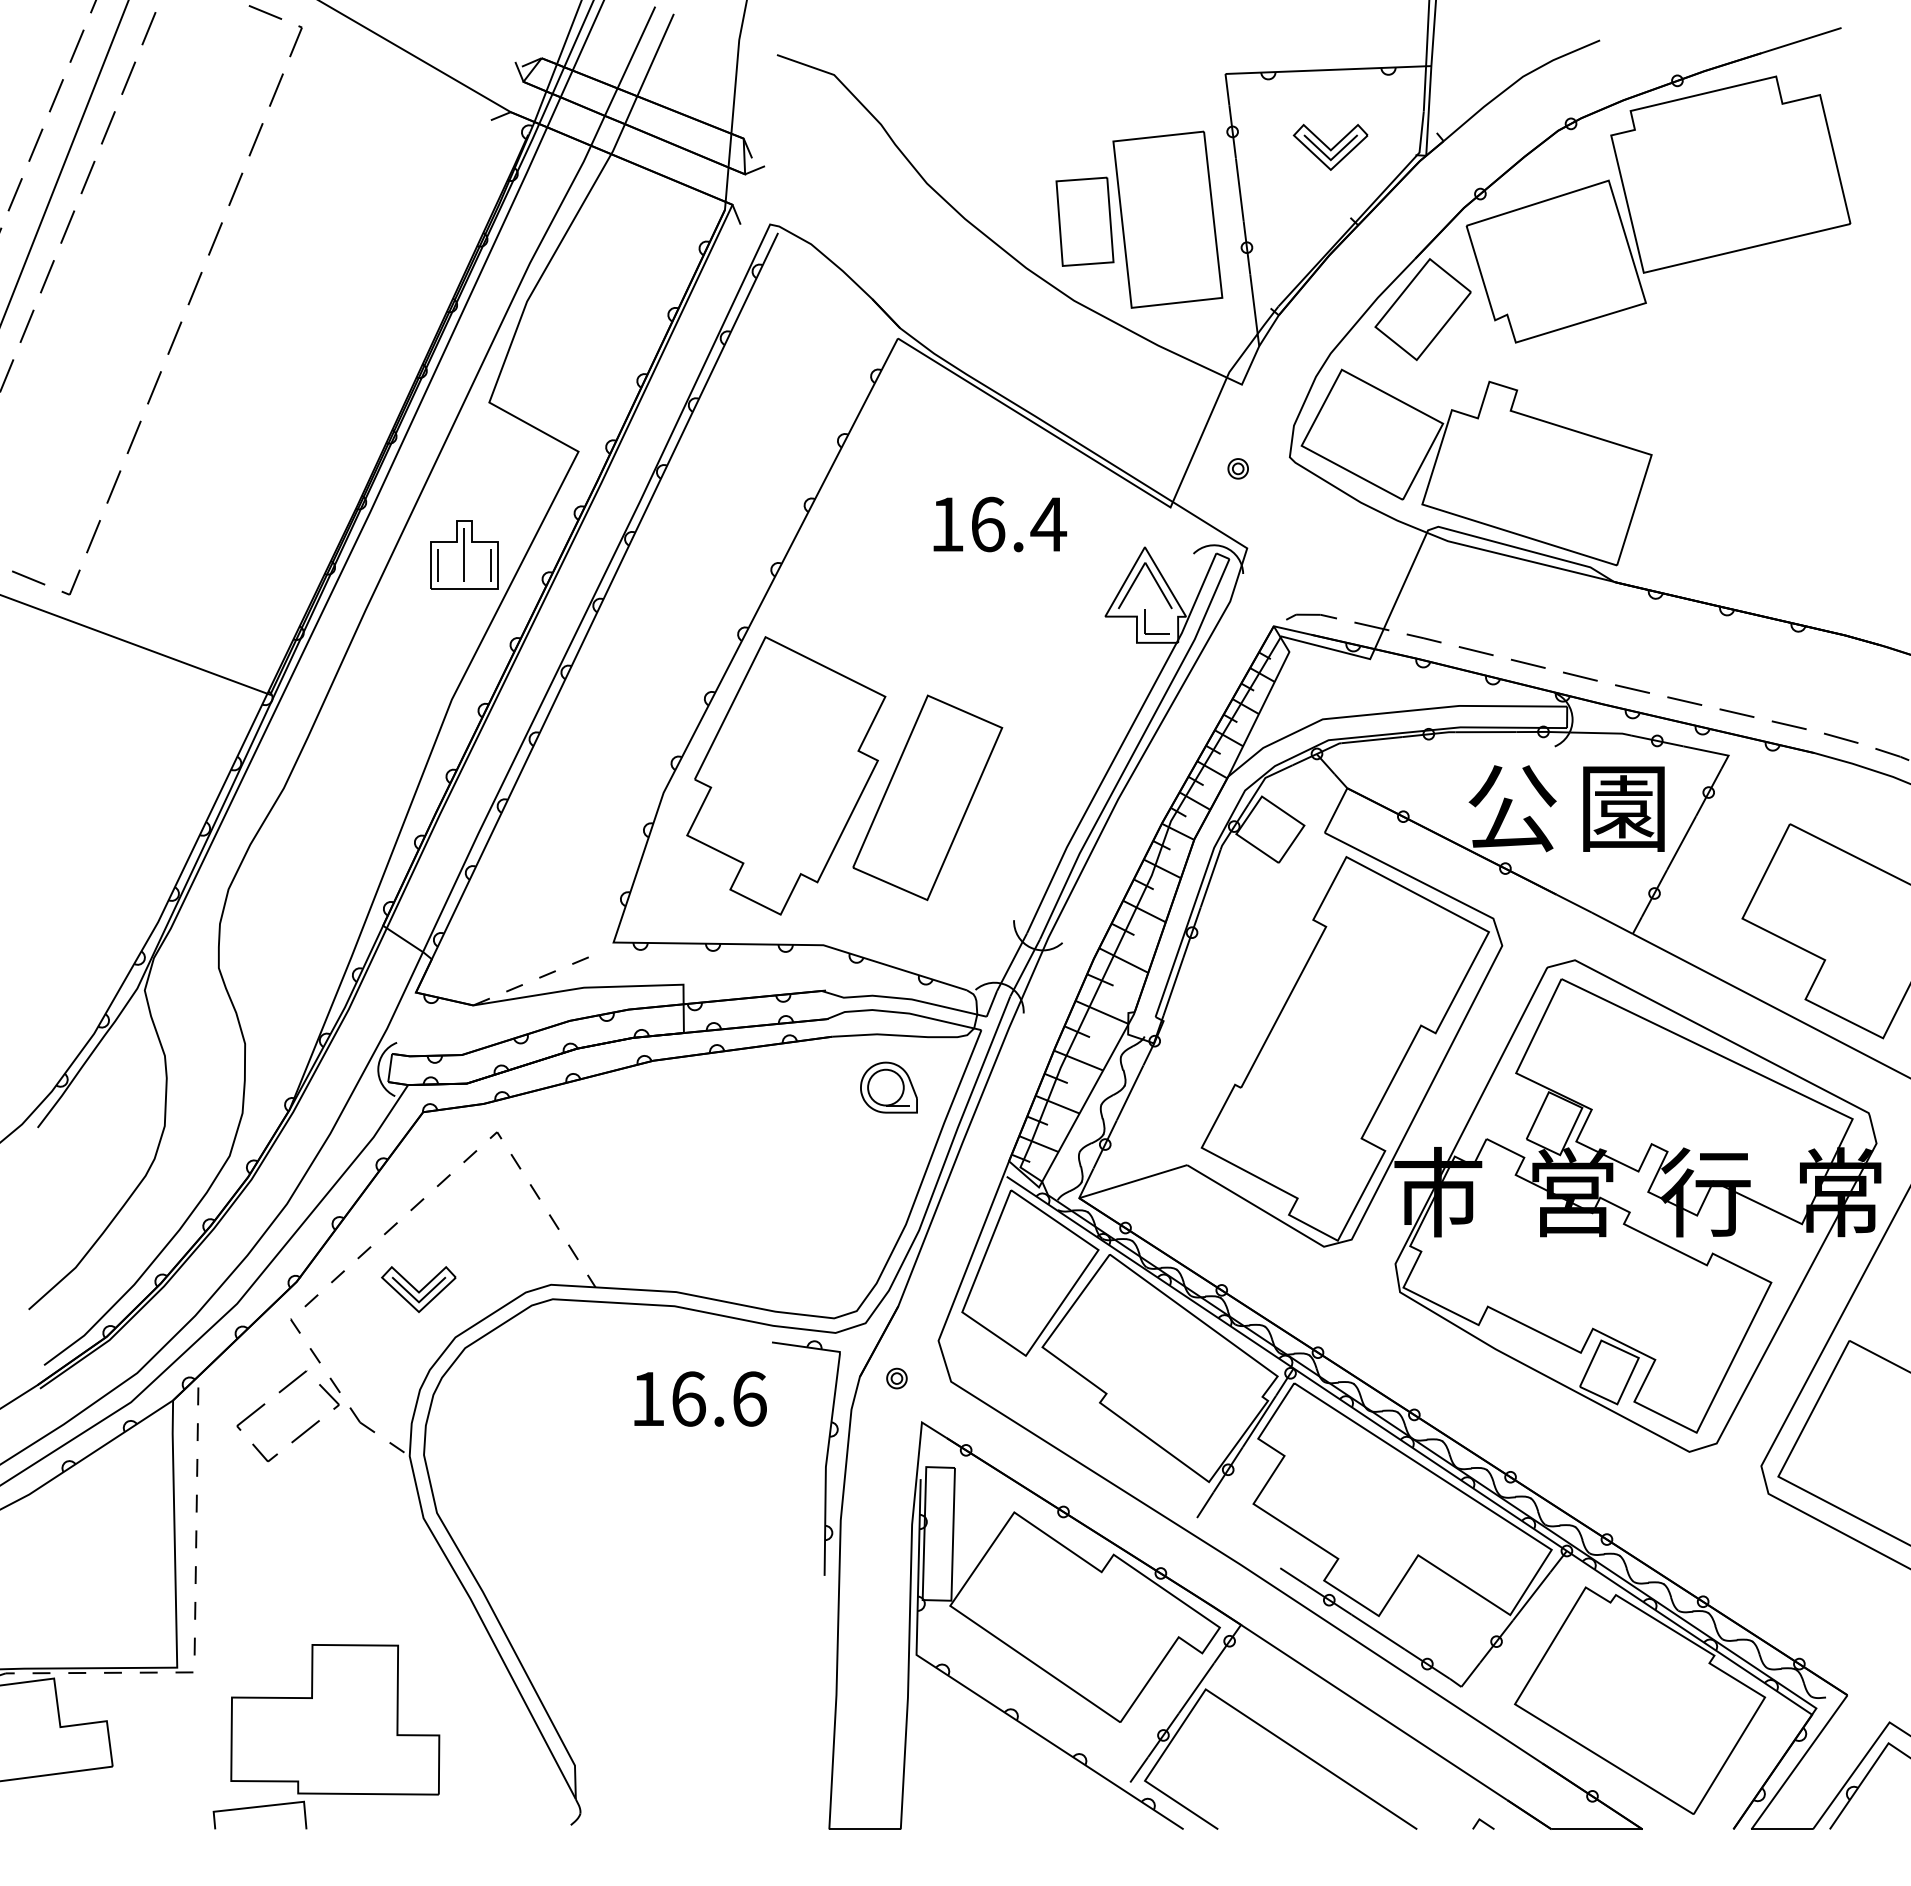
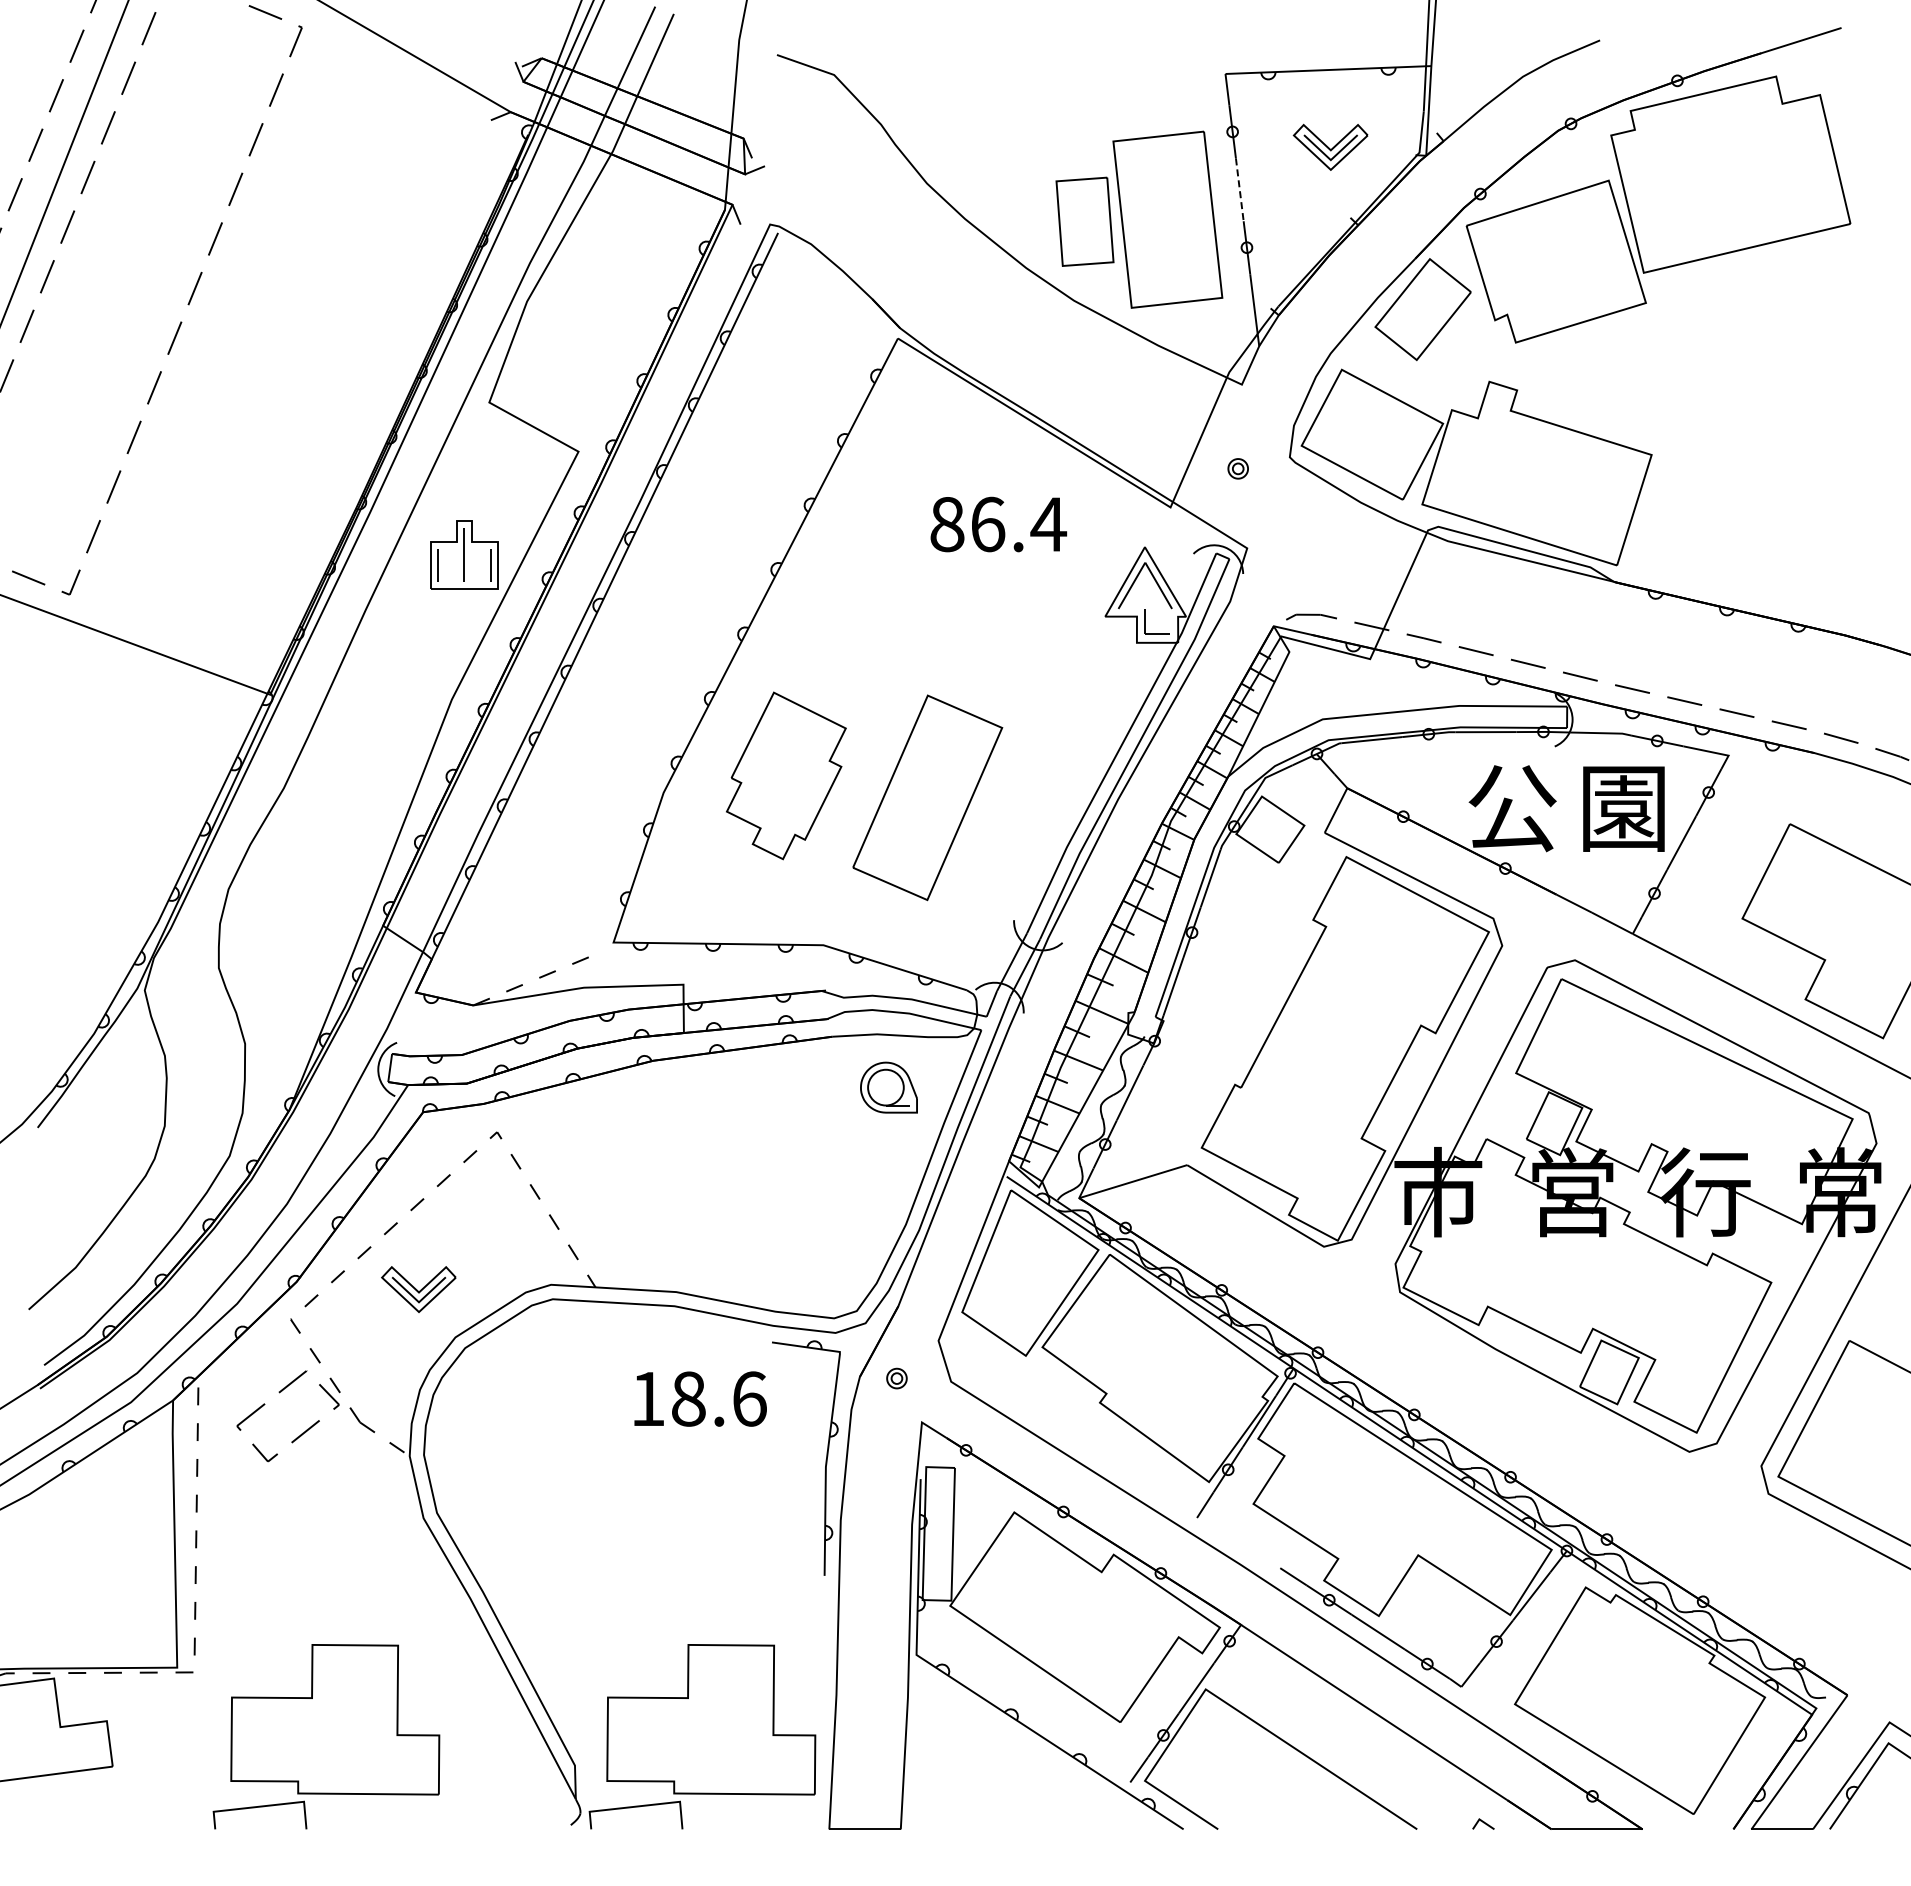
line at (1239, 189): solid -> dashed
text at (947, 524): 16.4 -> 86.4
part at (786, 775) size: 201x280 px -> 121x170 px
text at (688, 1398): 16.6 -> 18.6
part at (702, 1736): none -> present
